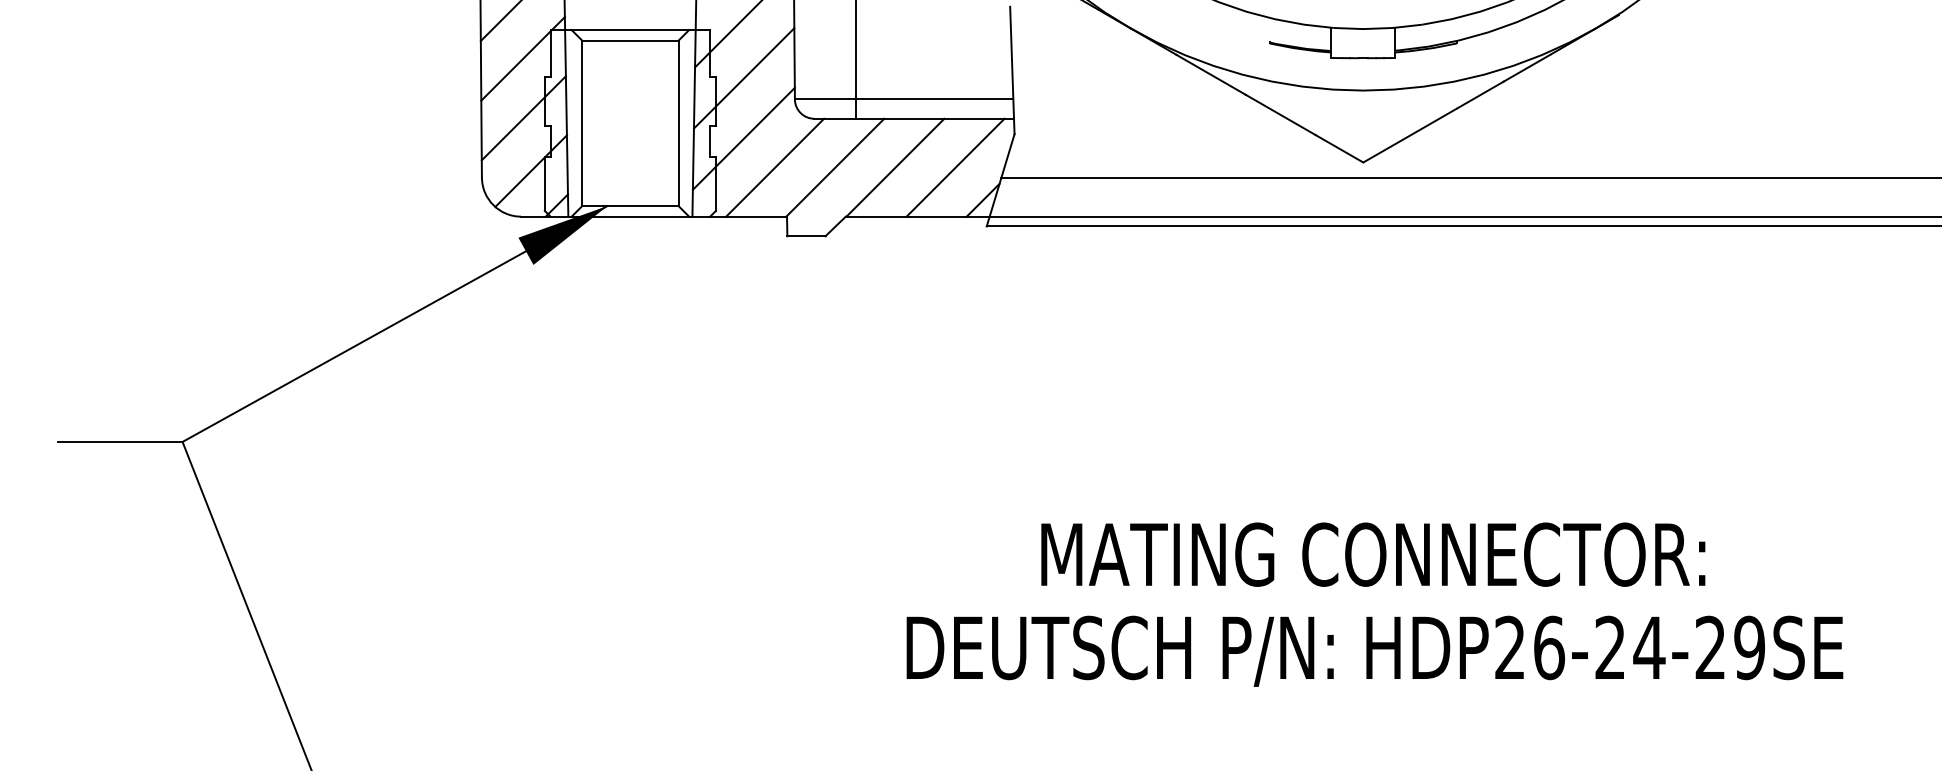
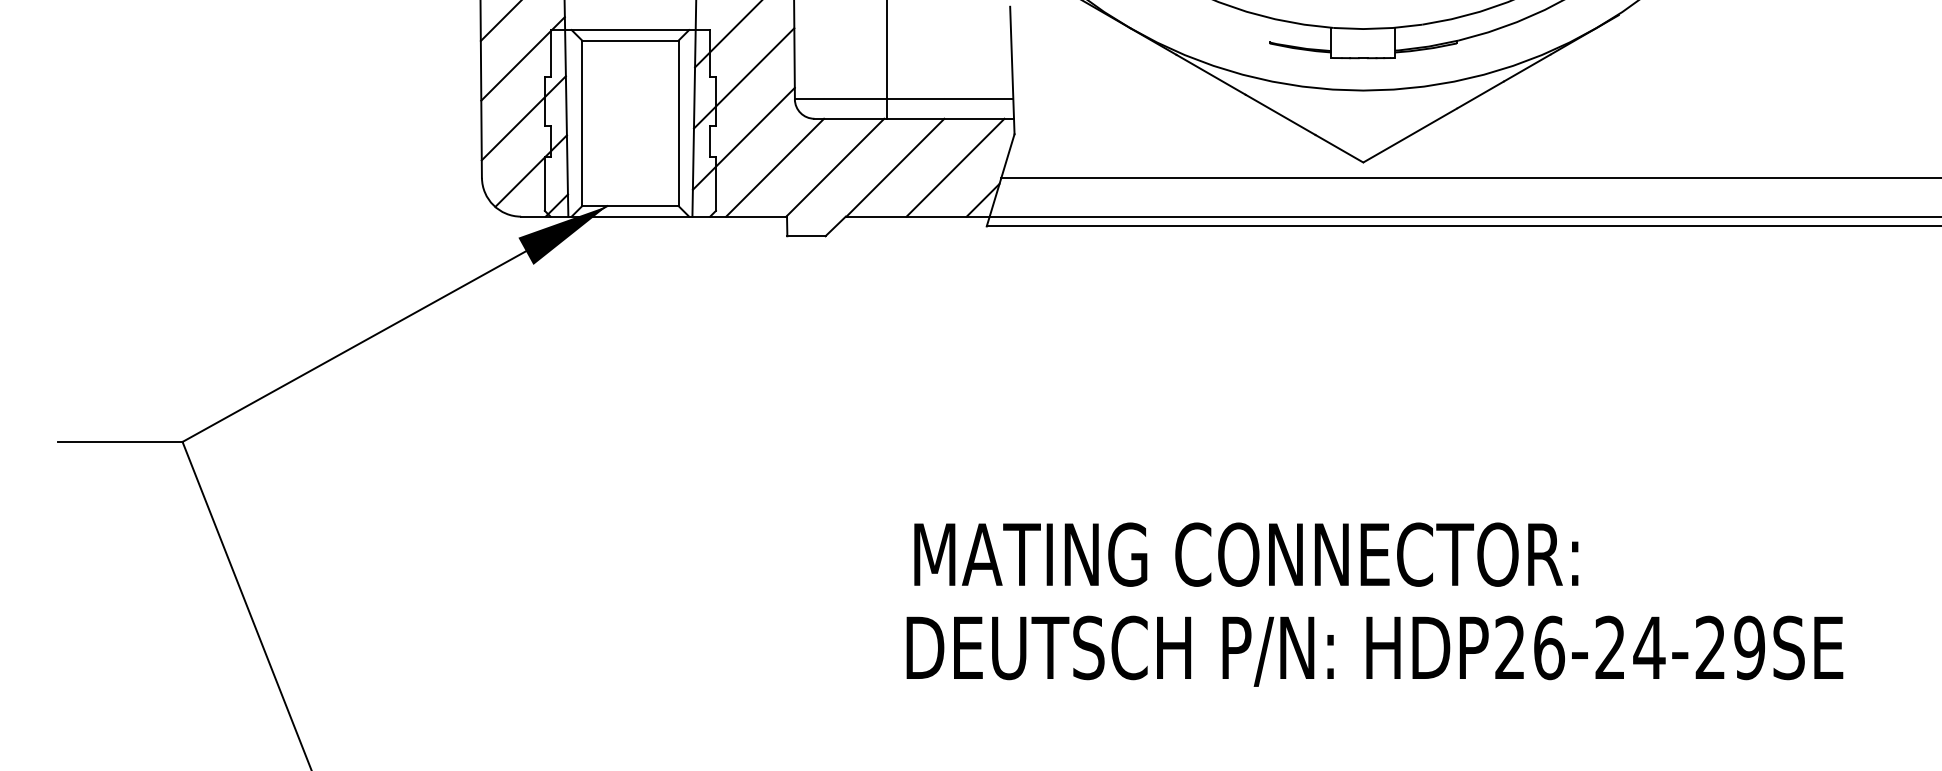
line at (855, 60) position: (855, 60) -> (886, 60)
text at (1373, 554) position: (1373, 554) -> (1246, 554)
